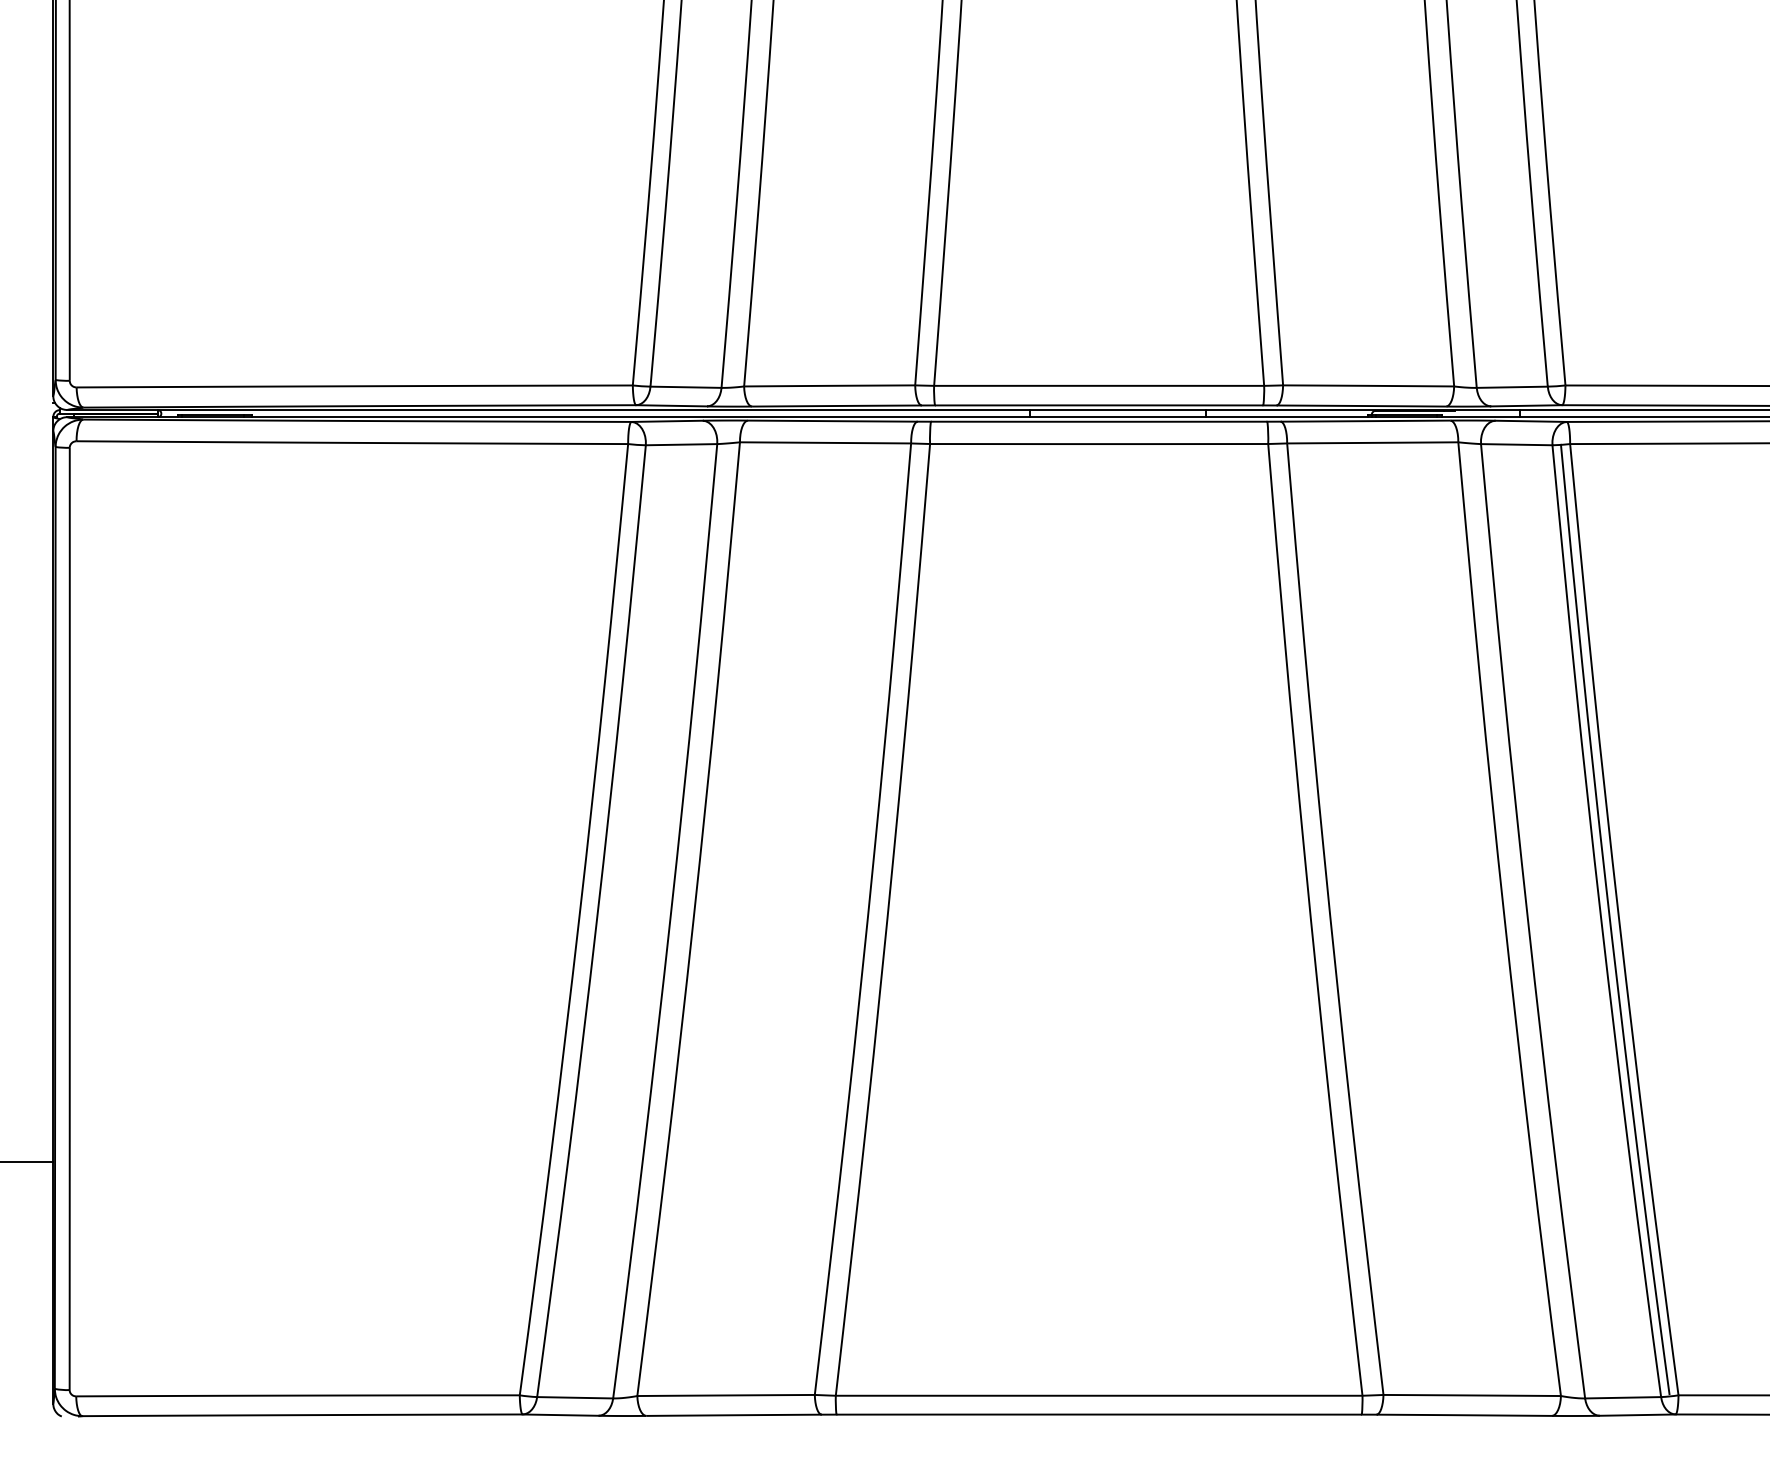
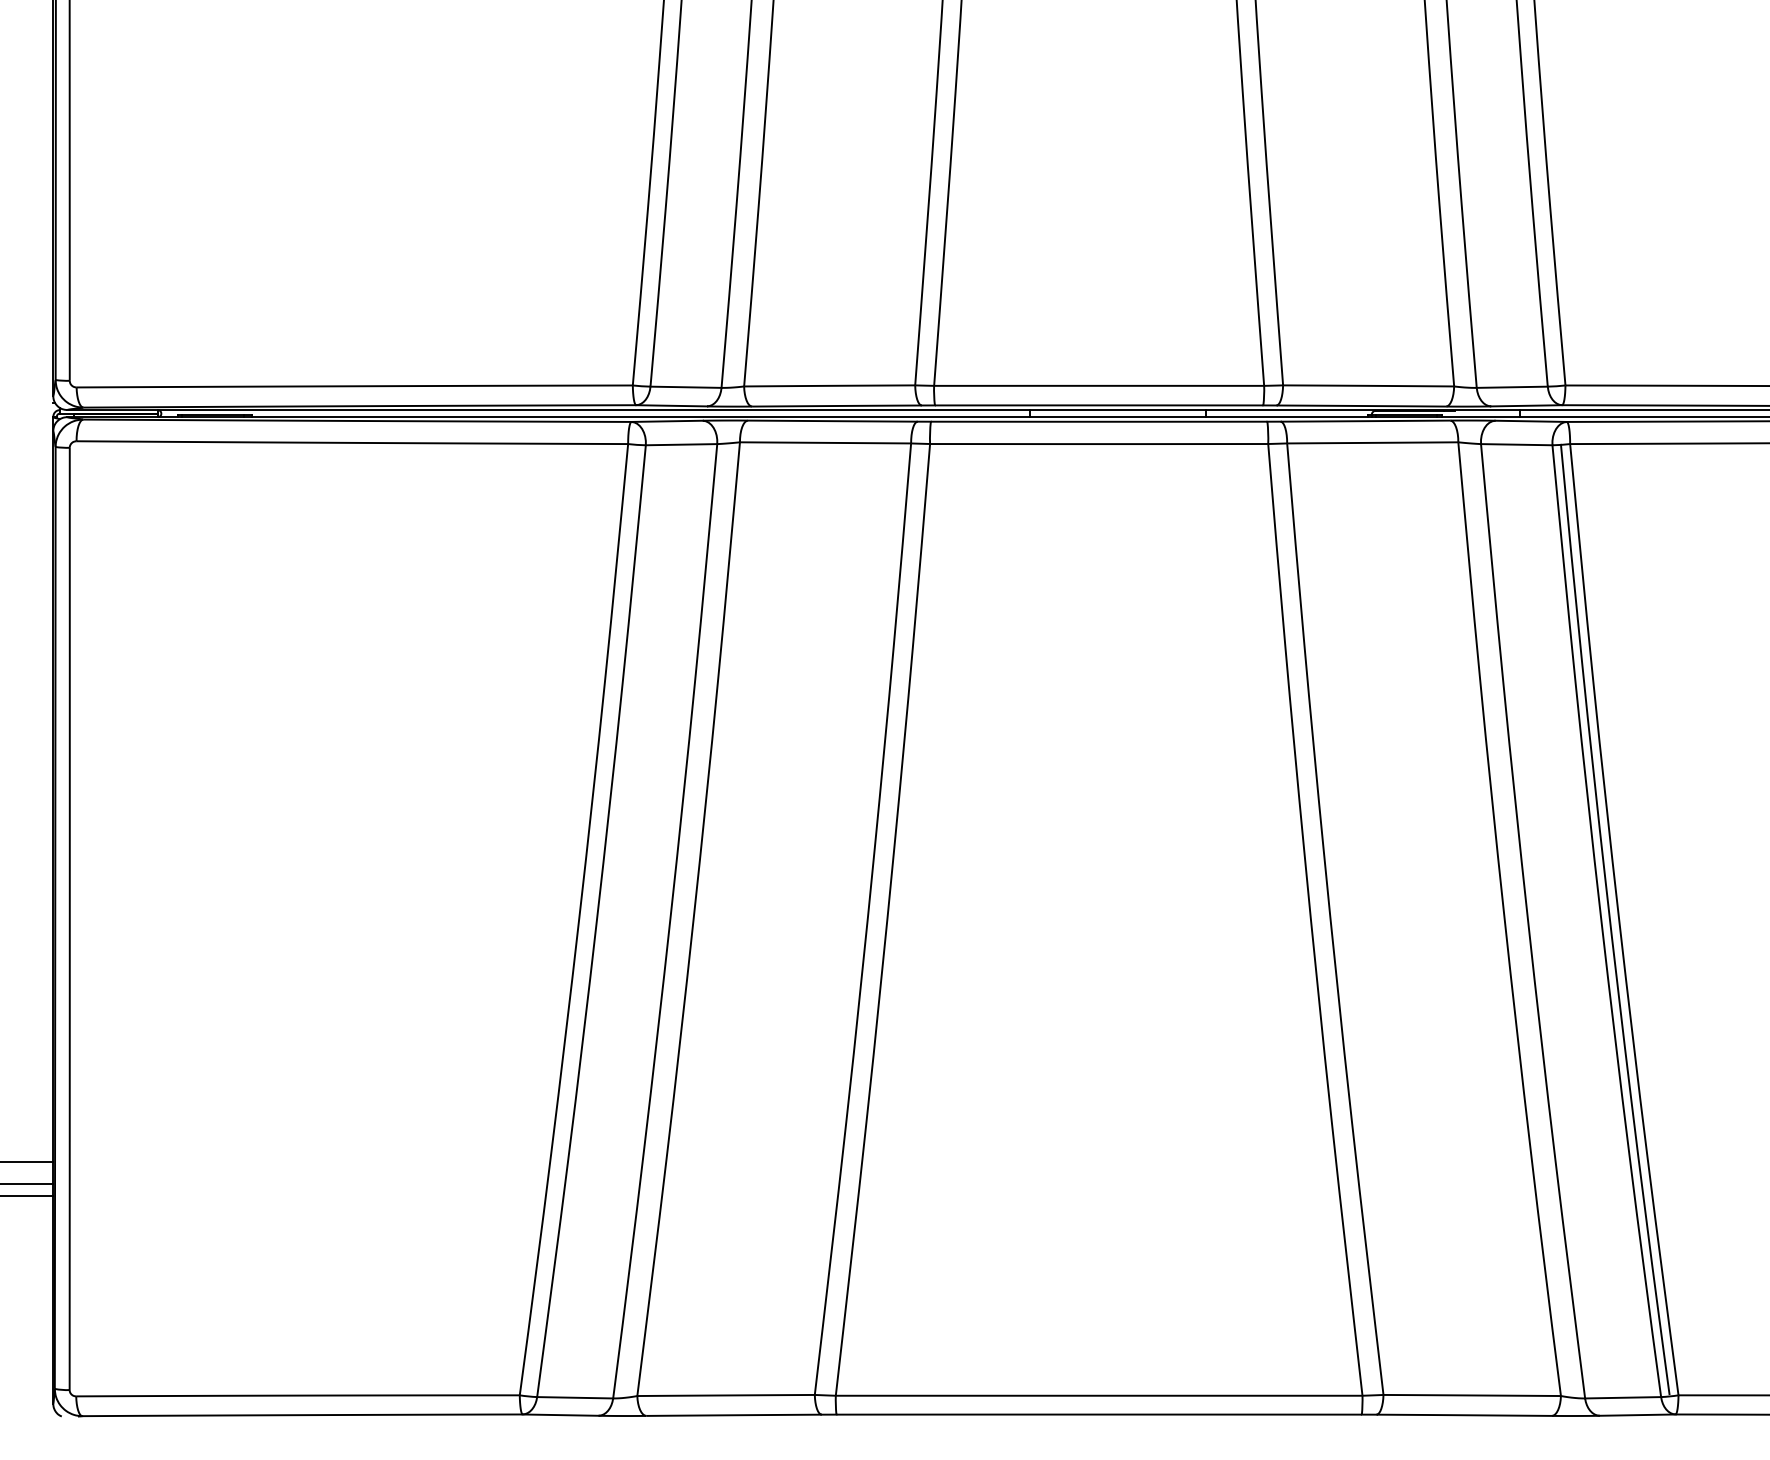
line at (27, 1183): none -> present
line at (27, 1195): none -> present
